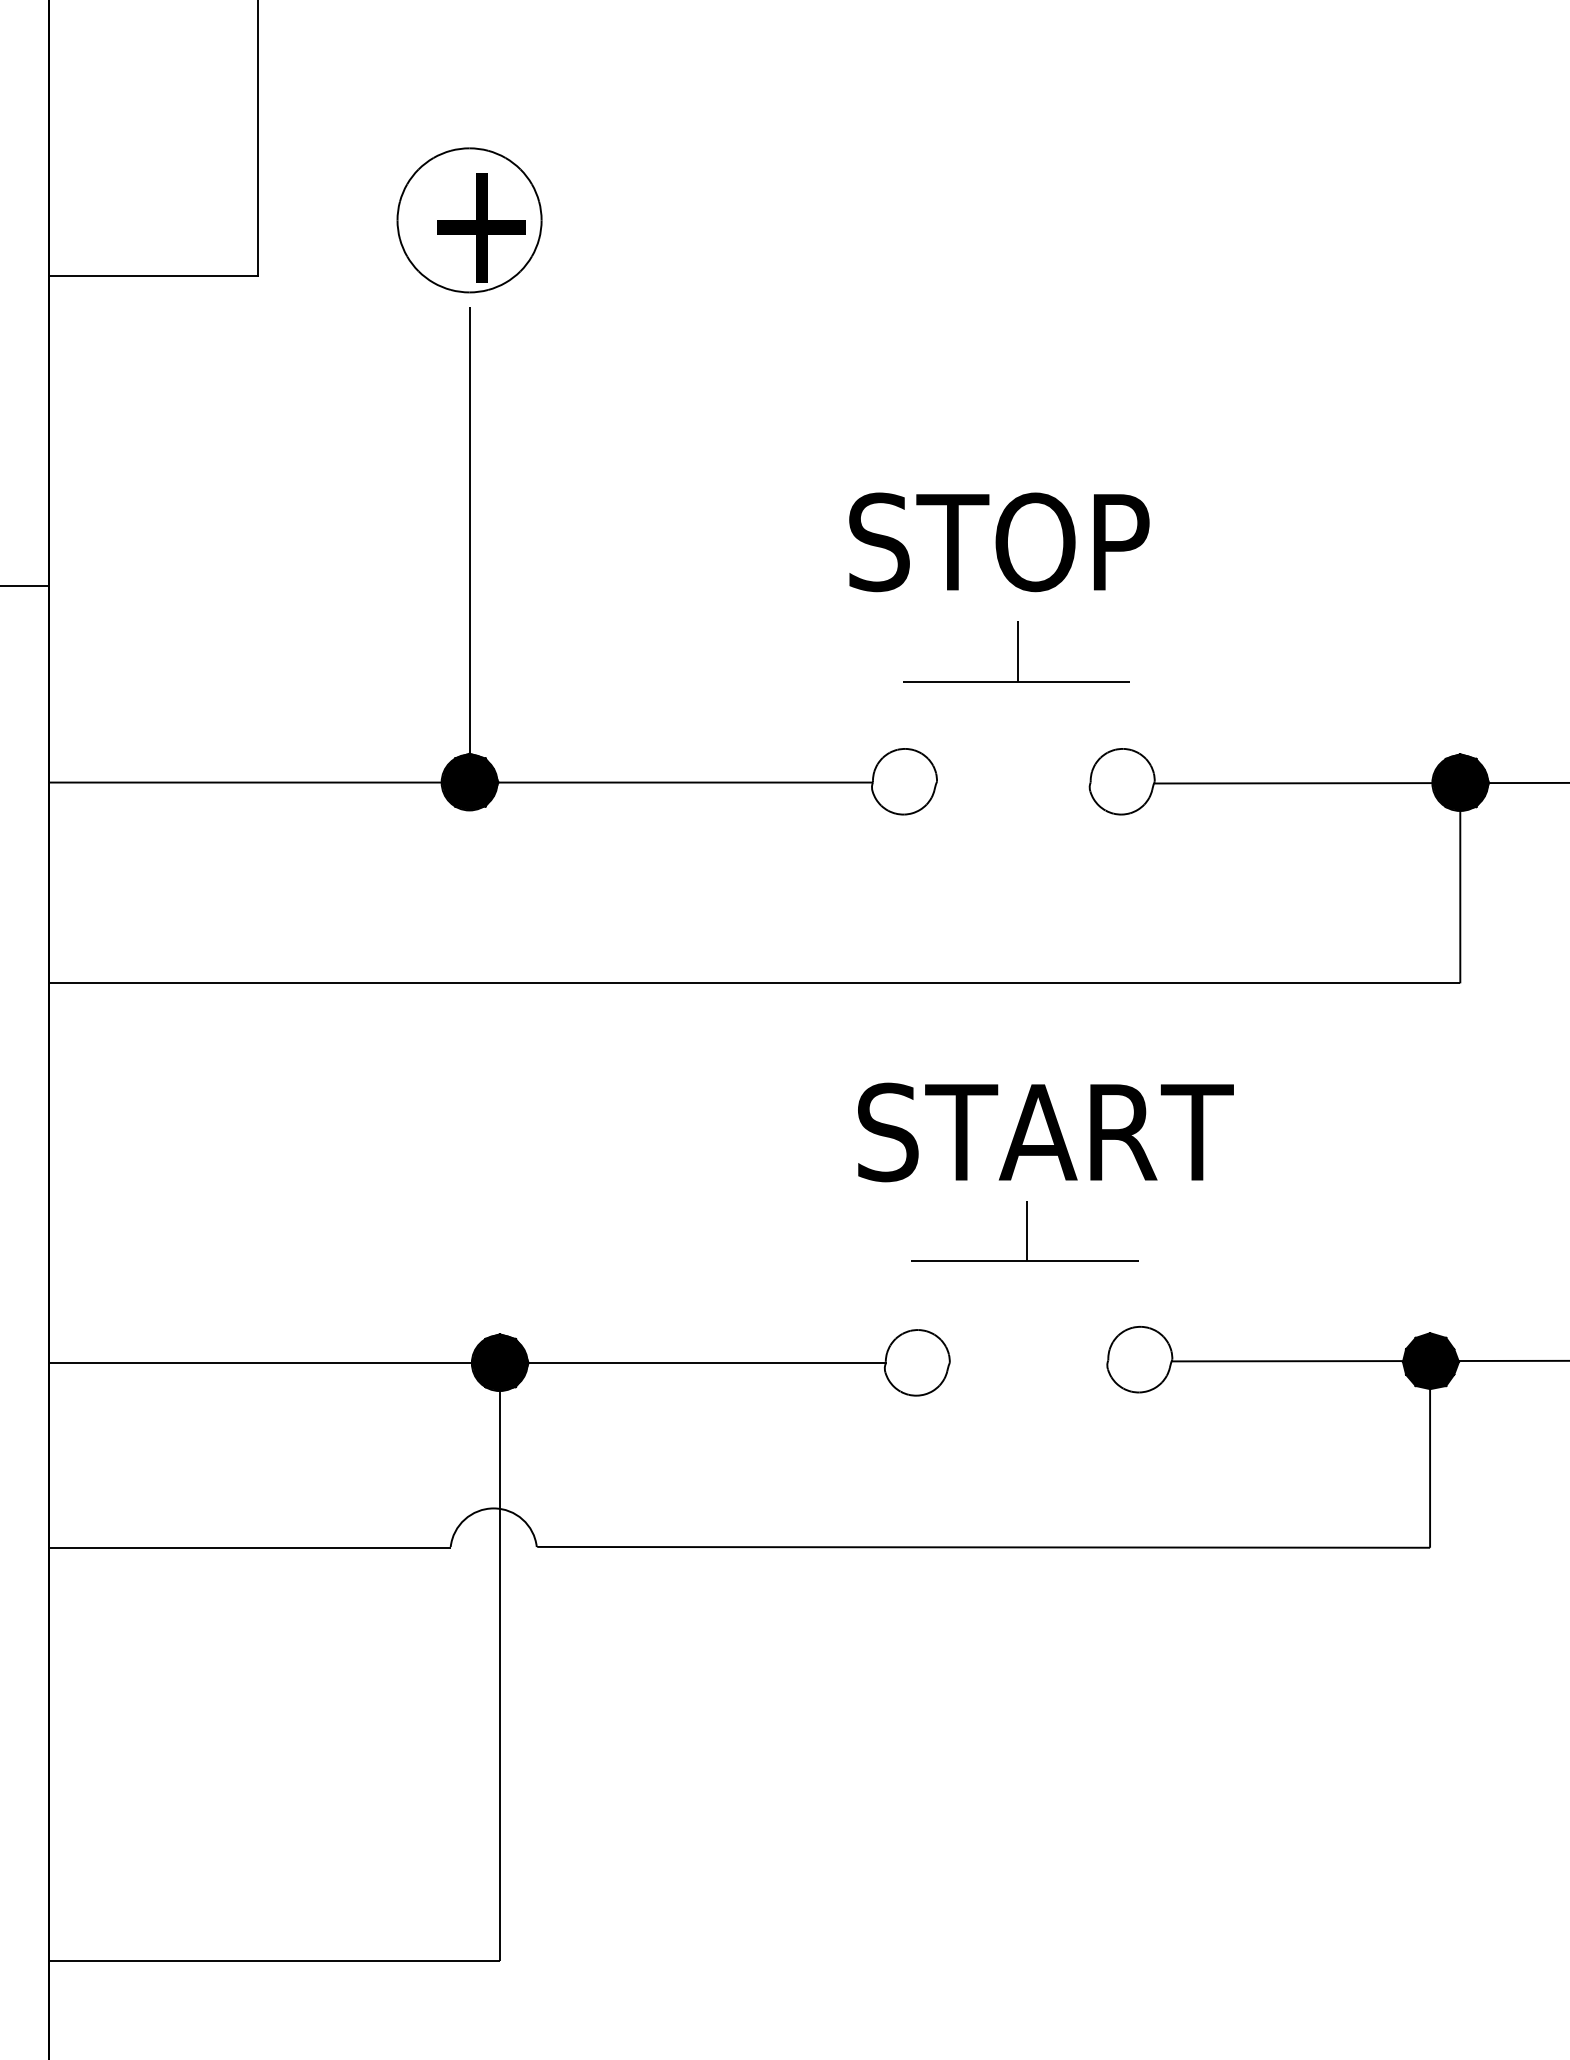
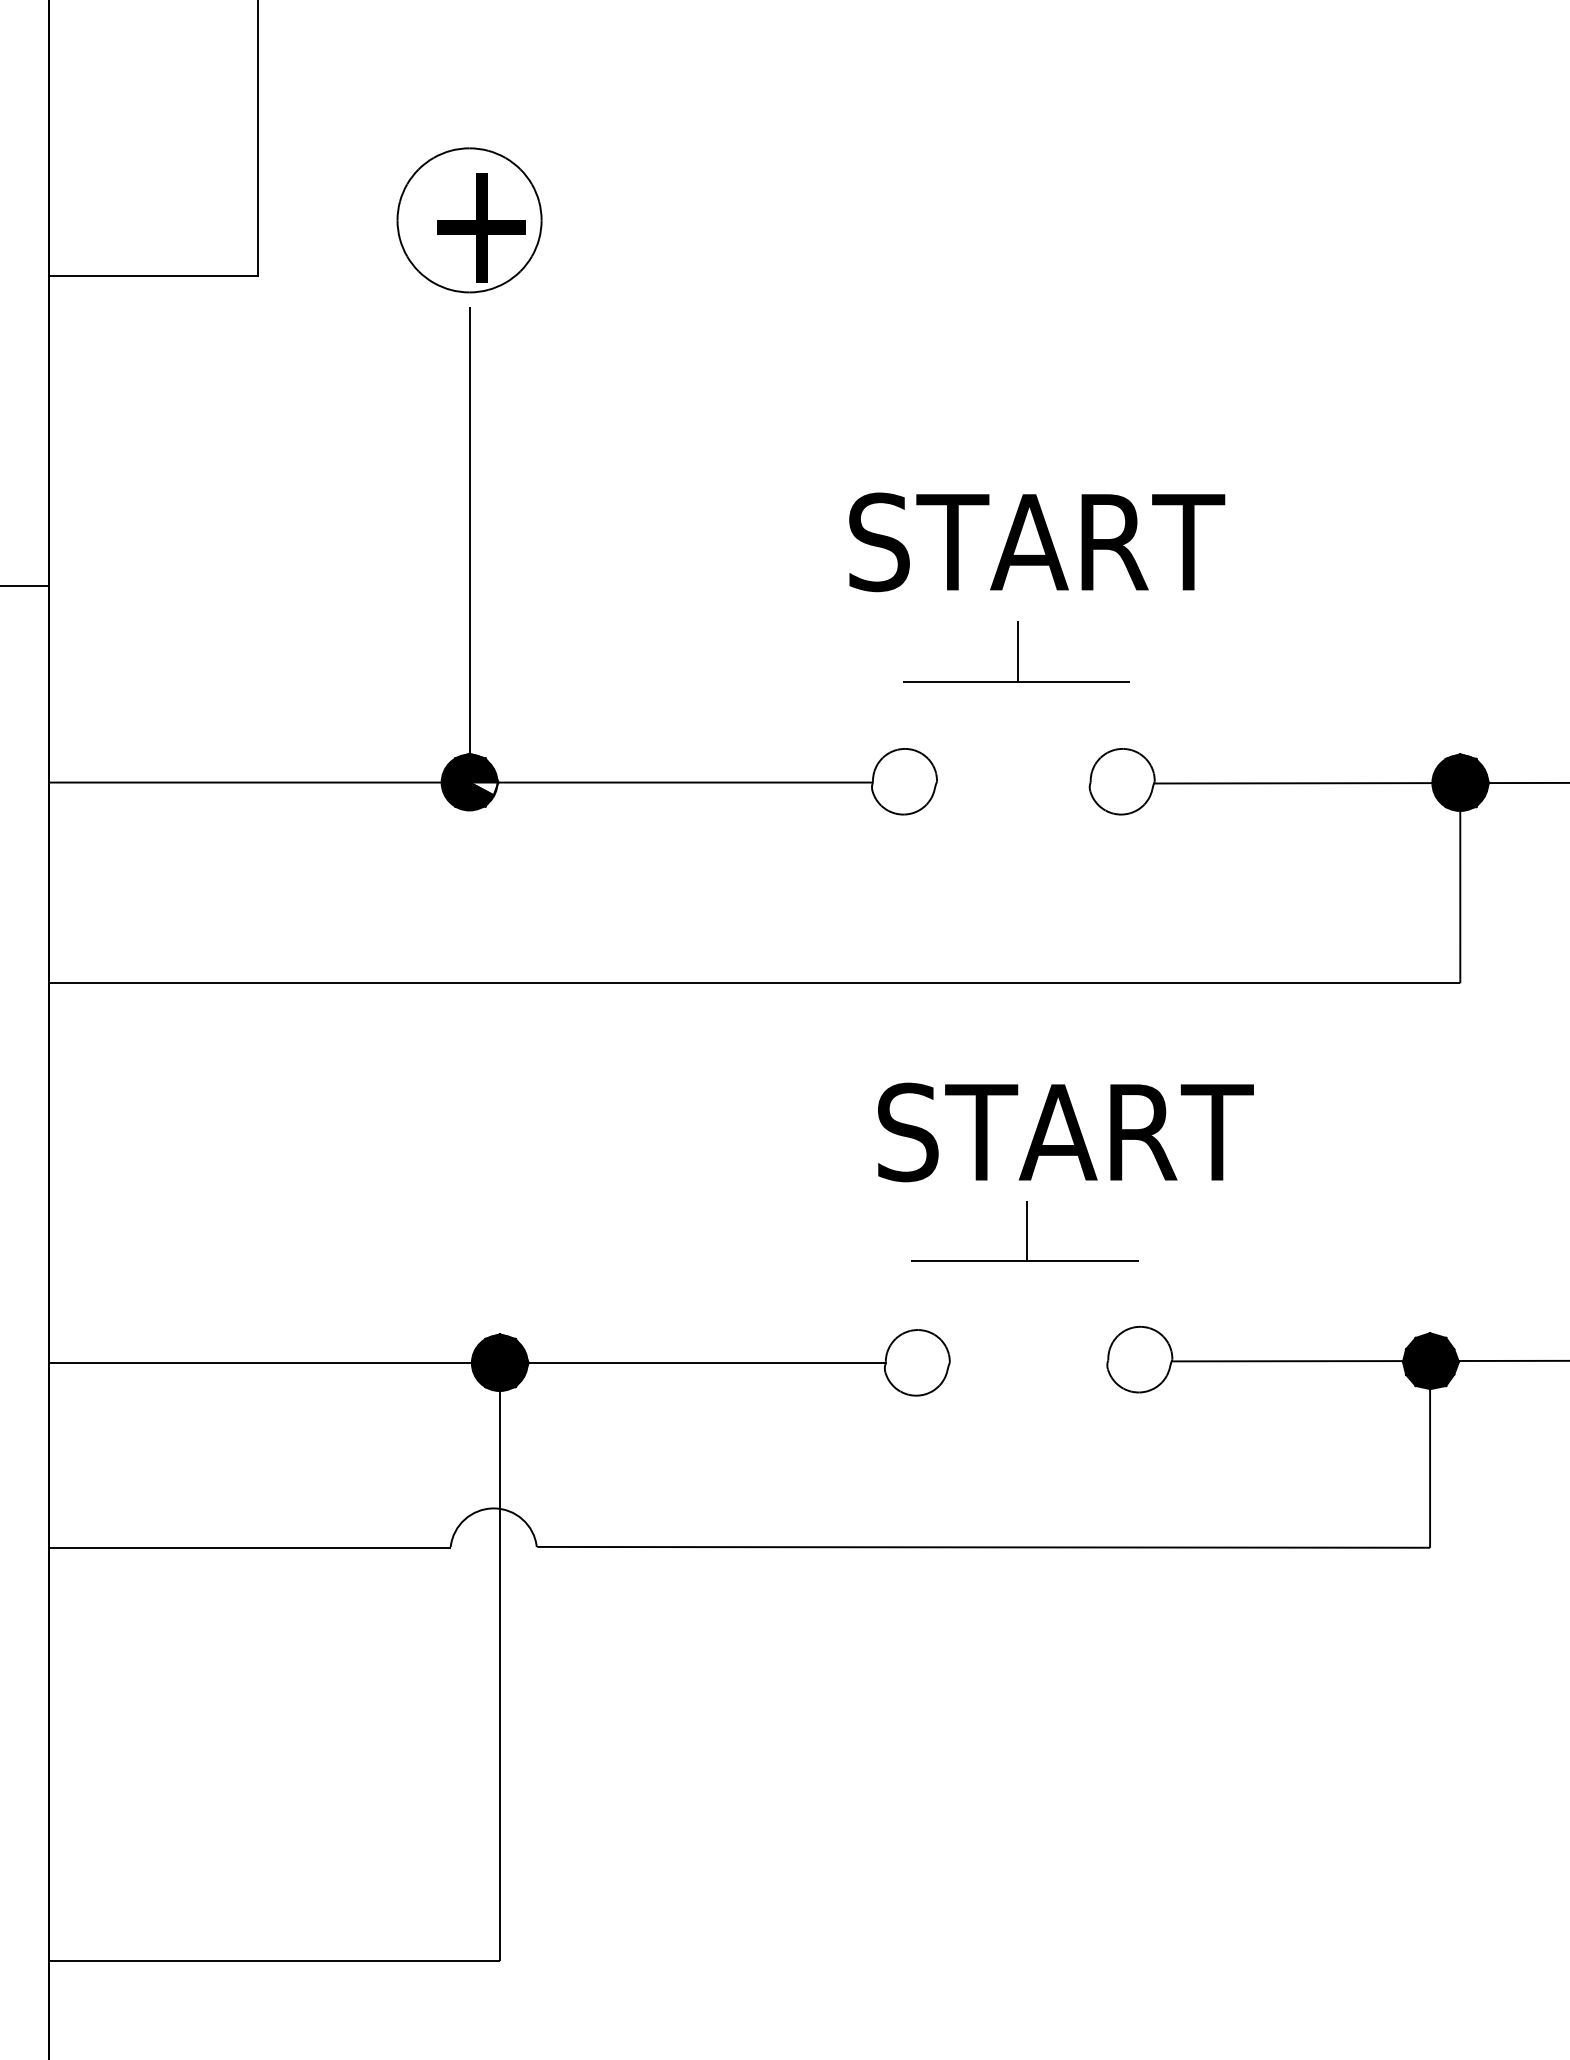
text at (1107, 542): STOP -> START
fill at (483, 788): present -> none
text at (1045, 1132) position: (1045, 1132) -> (1065, 1132)
